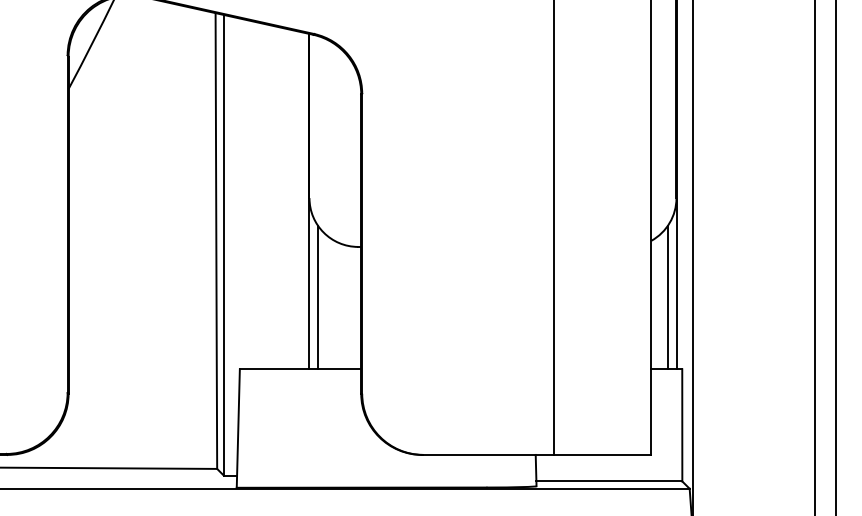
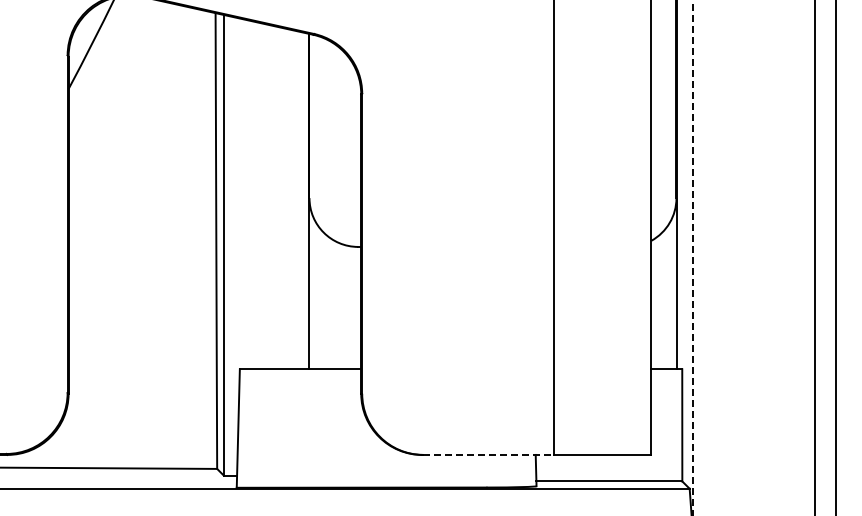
line at (692, 257): solid -> dashed
line at (318, 297): present -> none
line at (667, 297): present -> none
line at (488, 454): solid -> dashed
